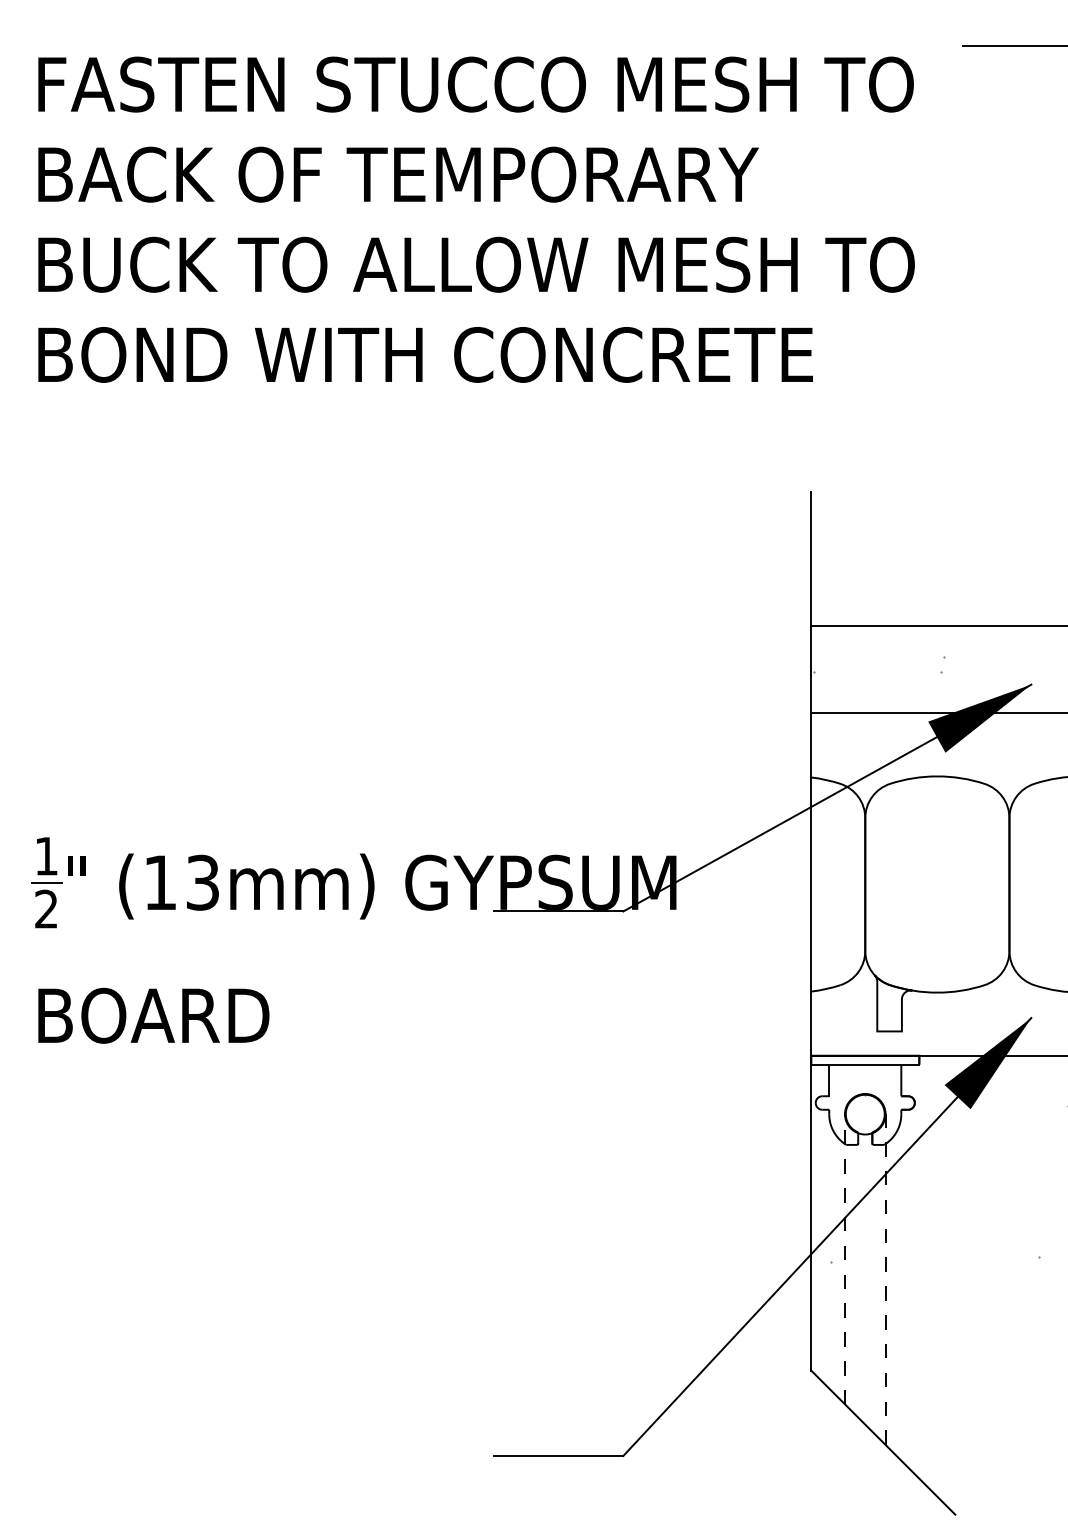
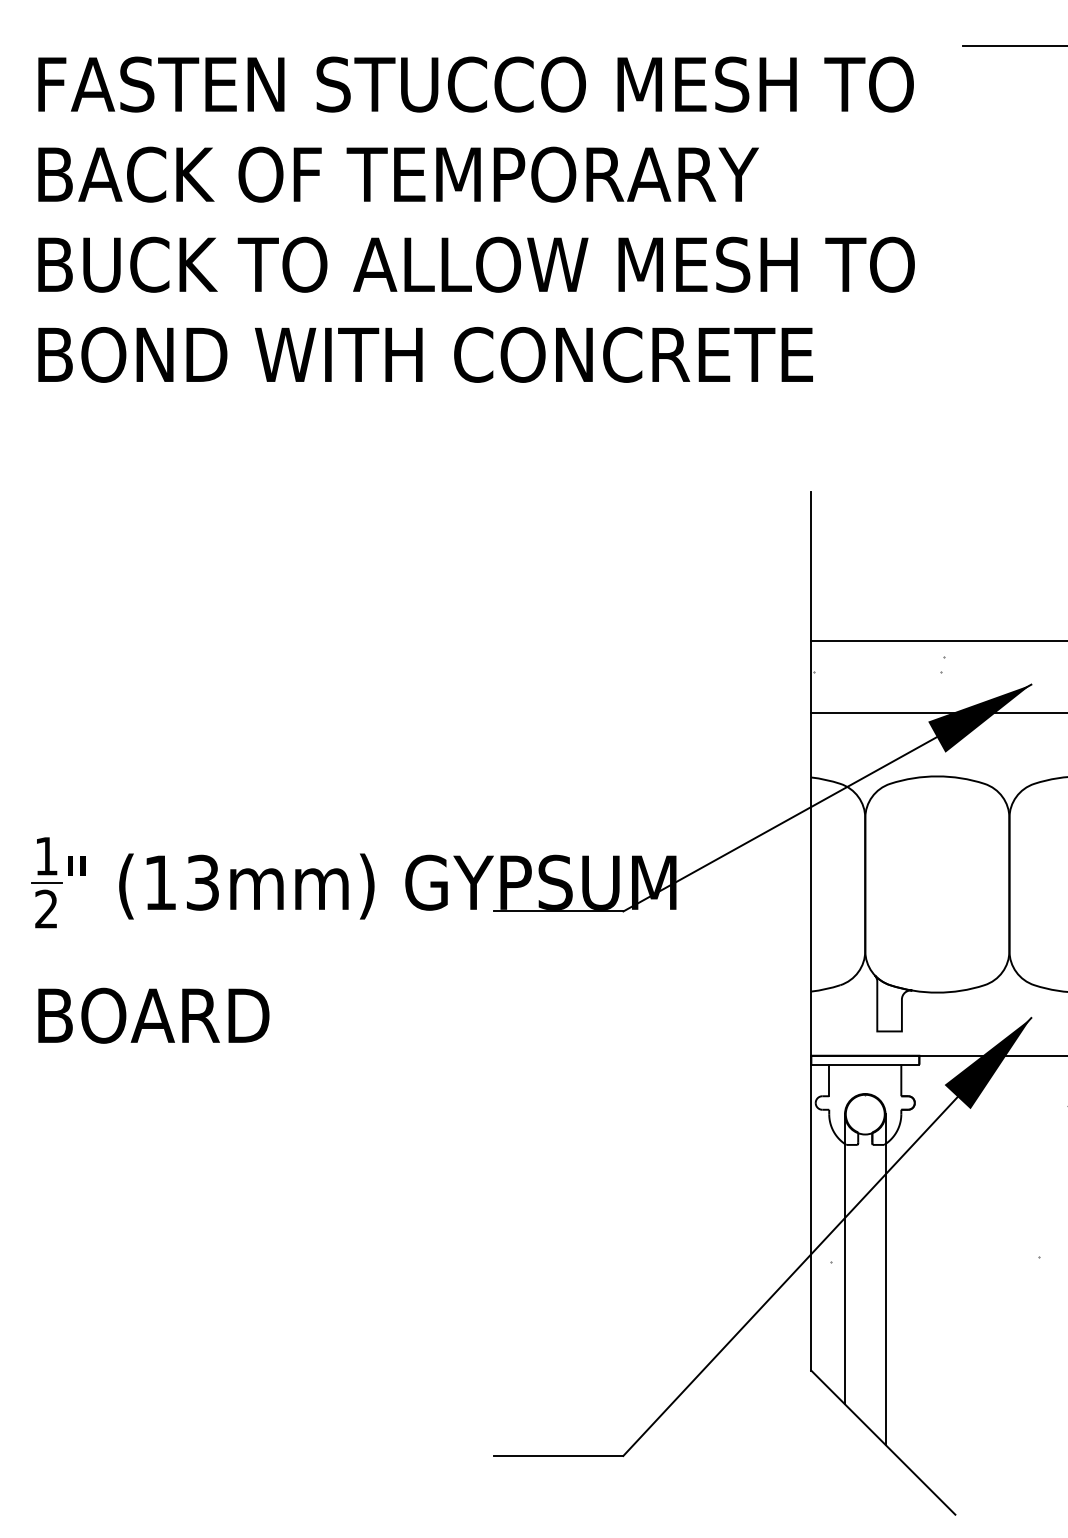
line at (937, 626) position: (937, 626) -> (937, 641)
line at (845, 1258): dashed -> solid
line at (885, 1279): dashed -> solid
